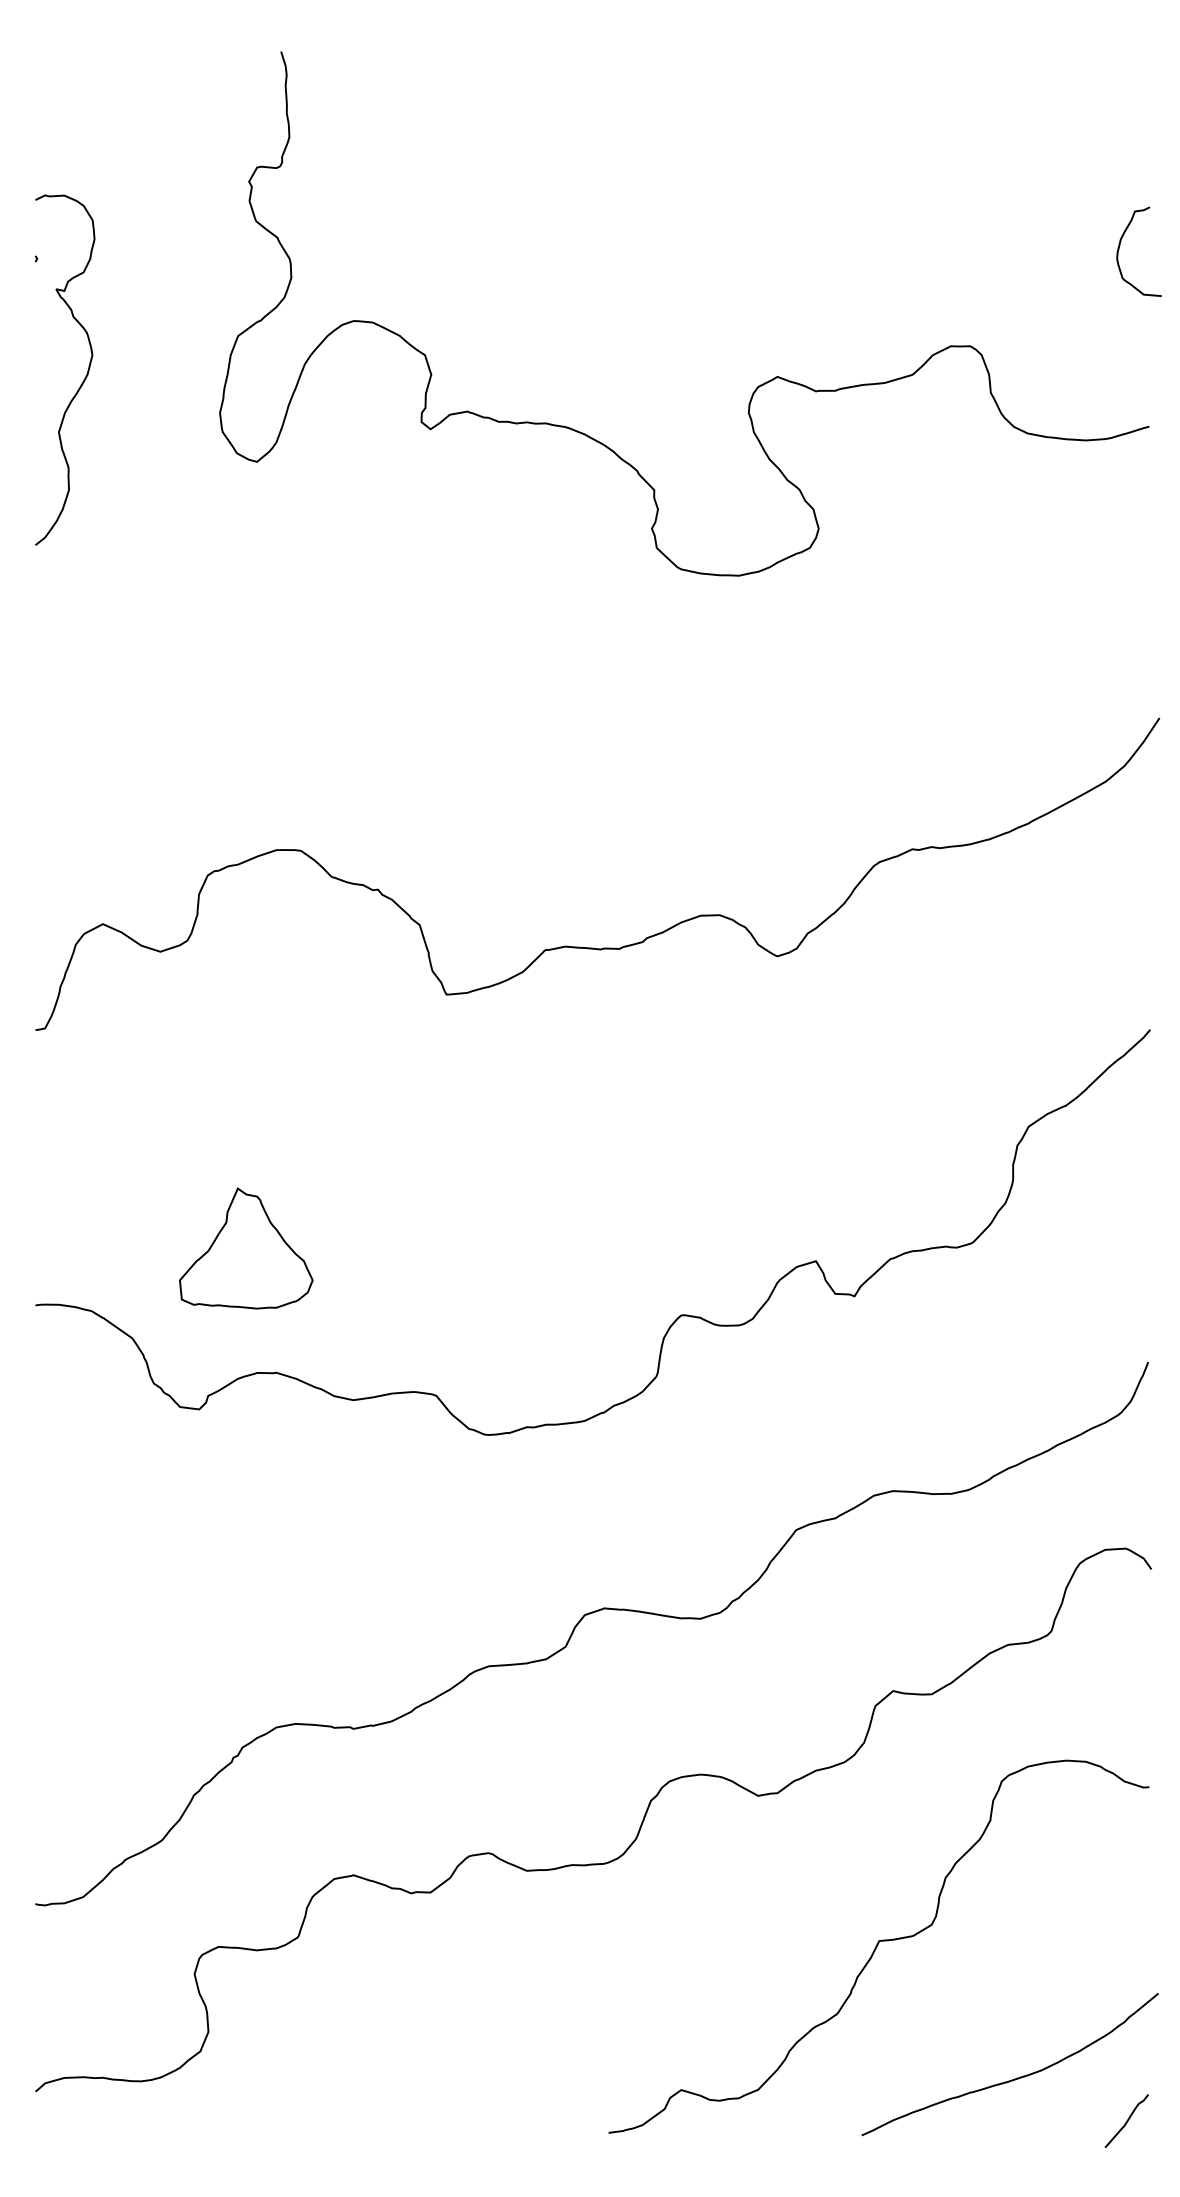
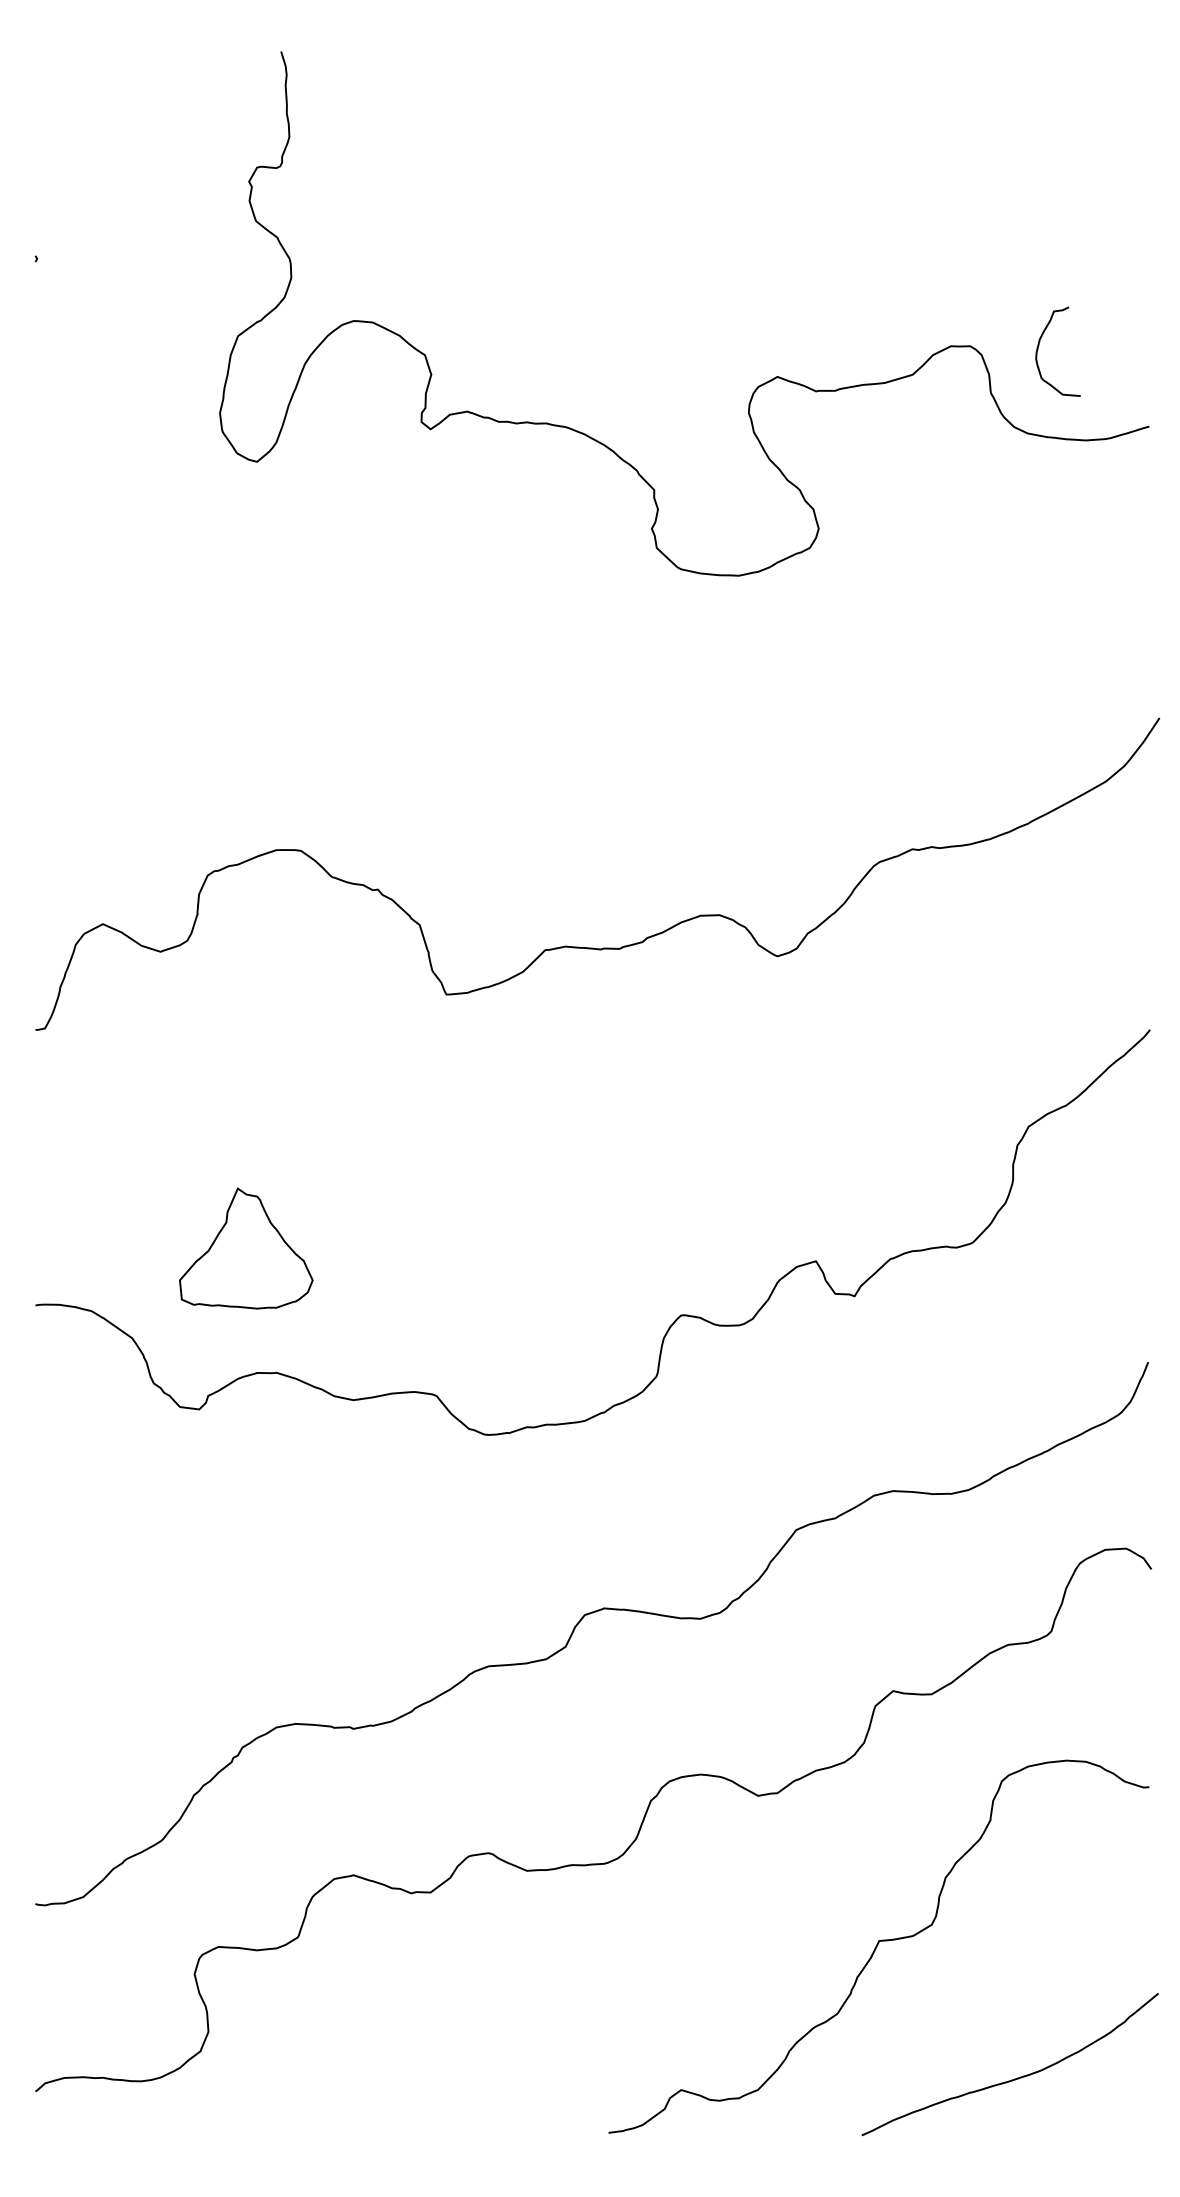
curve at (1120, 245) position: (1120, 245) -> (1039, 345)
curve at (83, 379): present -> none
curve at (1126, 2120): present -> none
